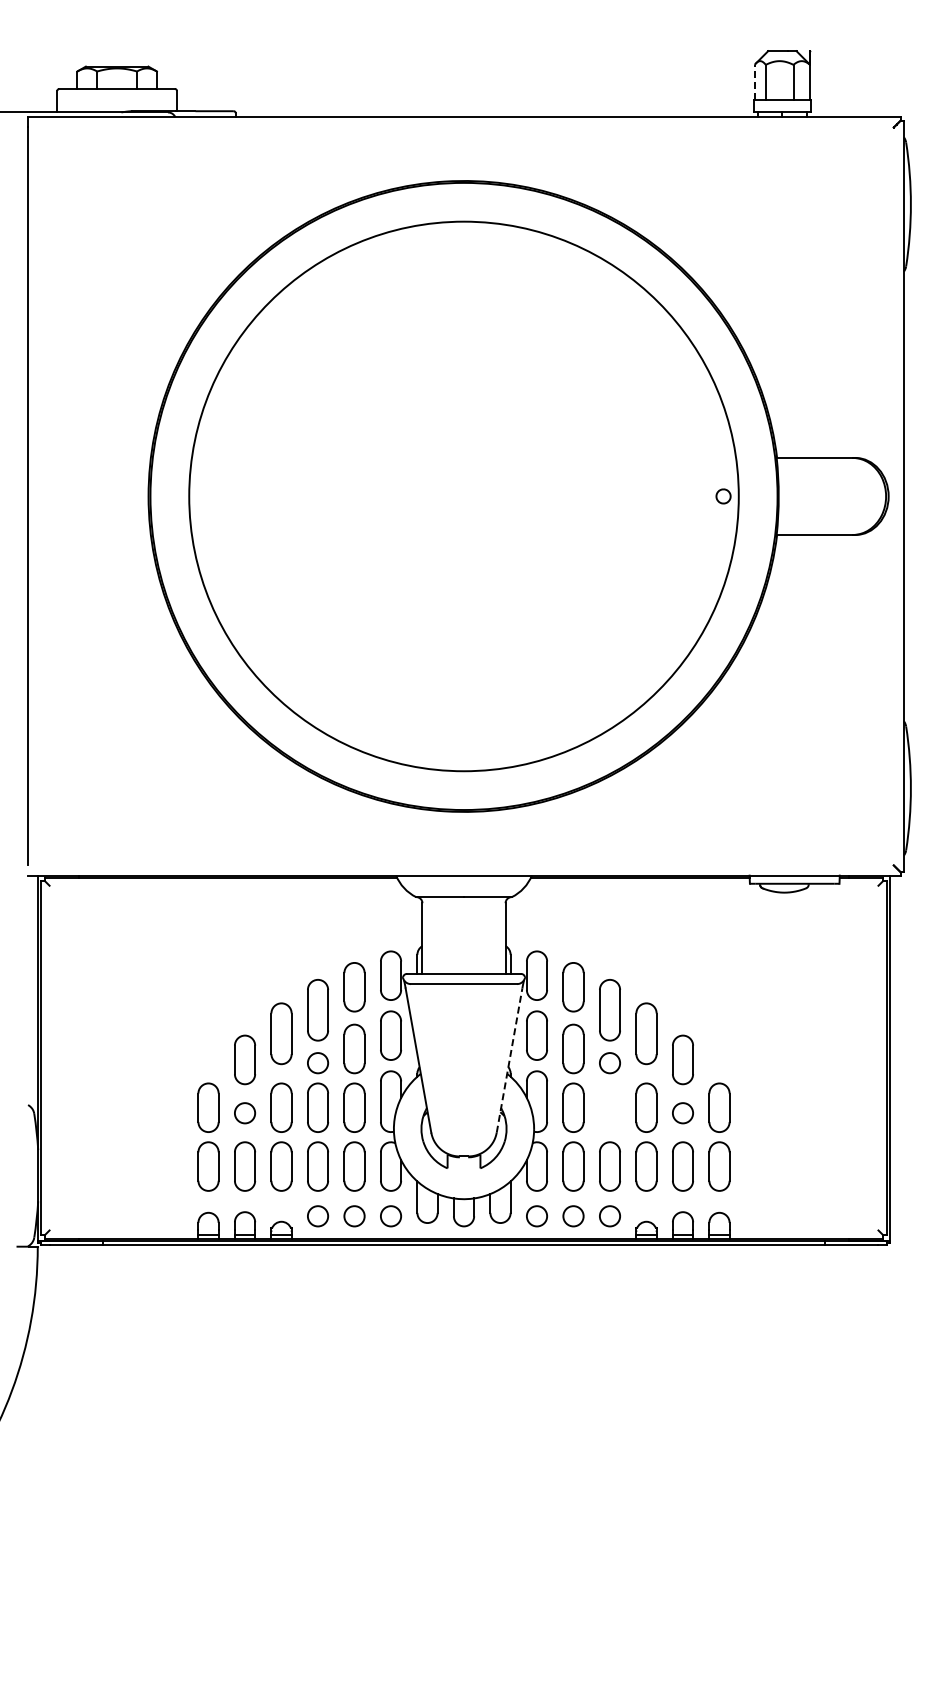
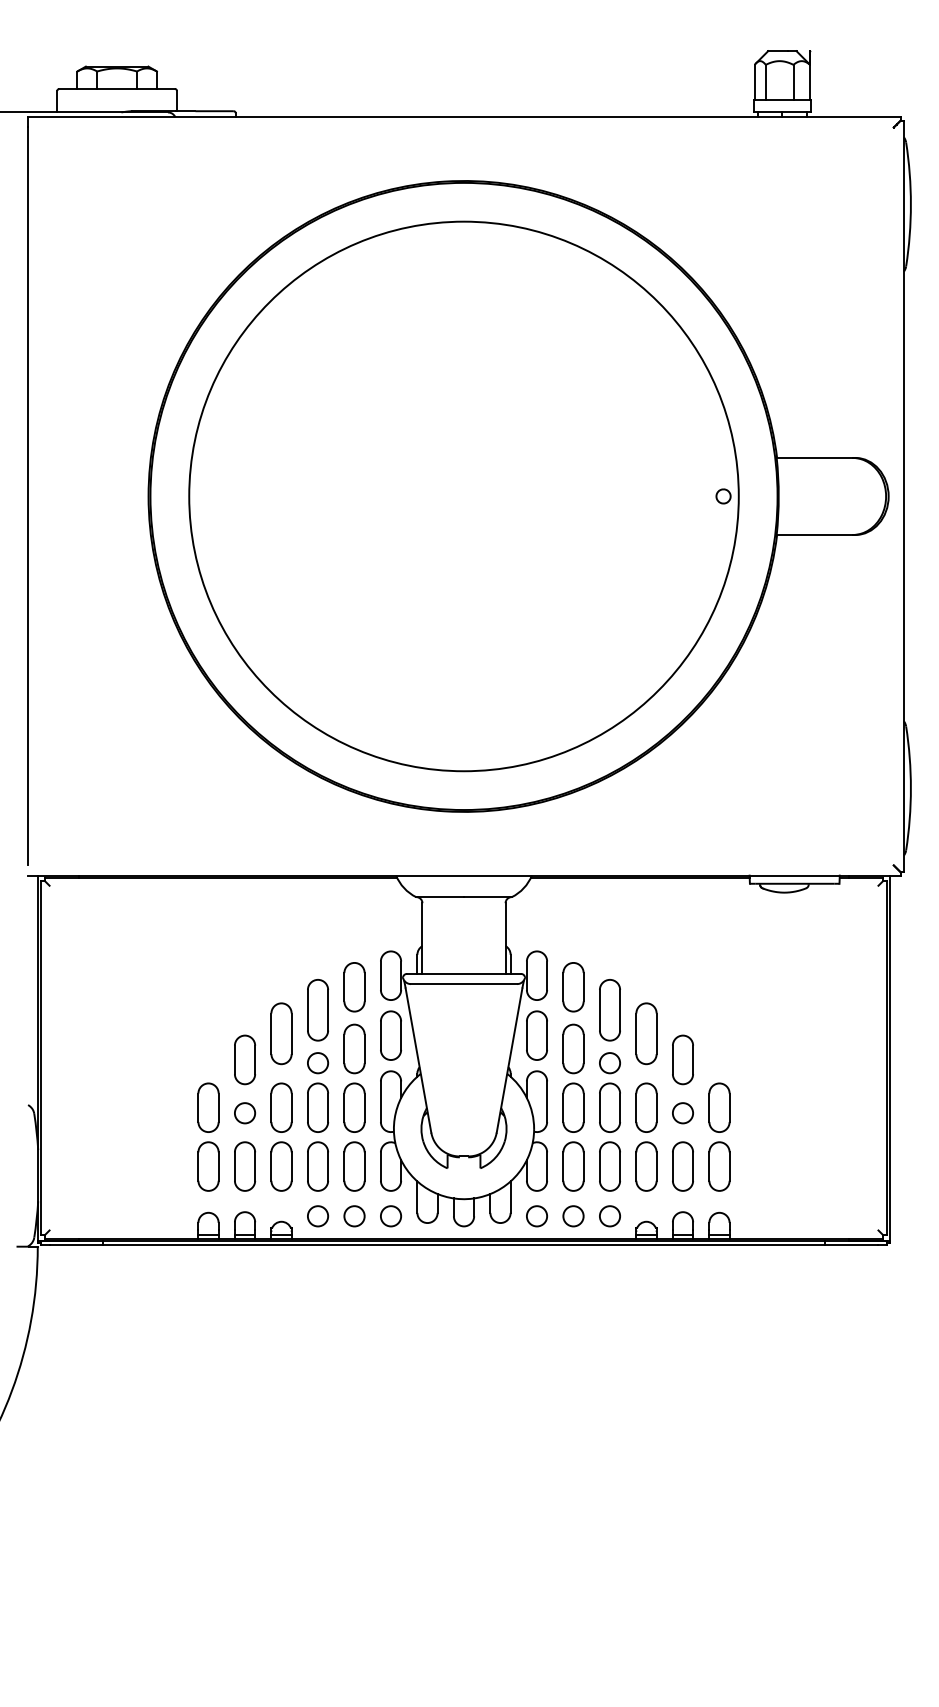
line at (754, 81): dashed -> solid
line at (509, 1060): dashed -> solid
part at (609, 1107): none -> present
